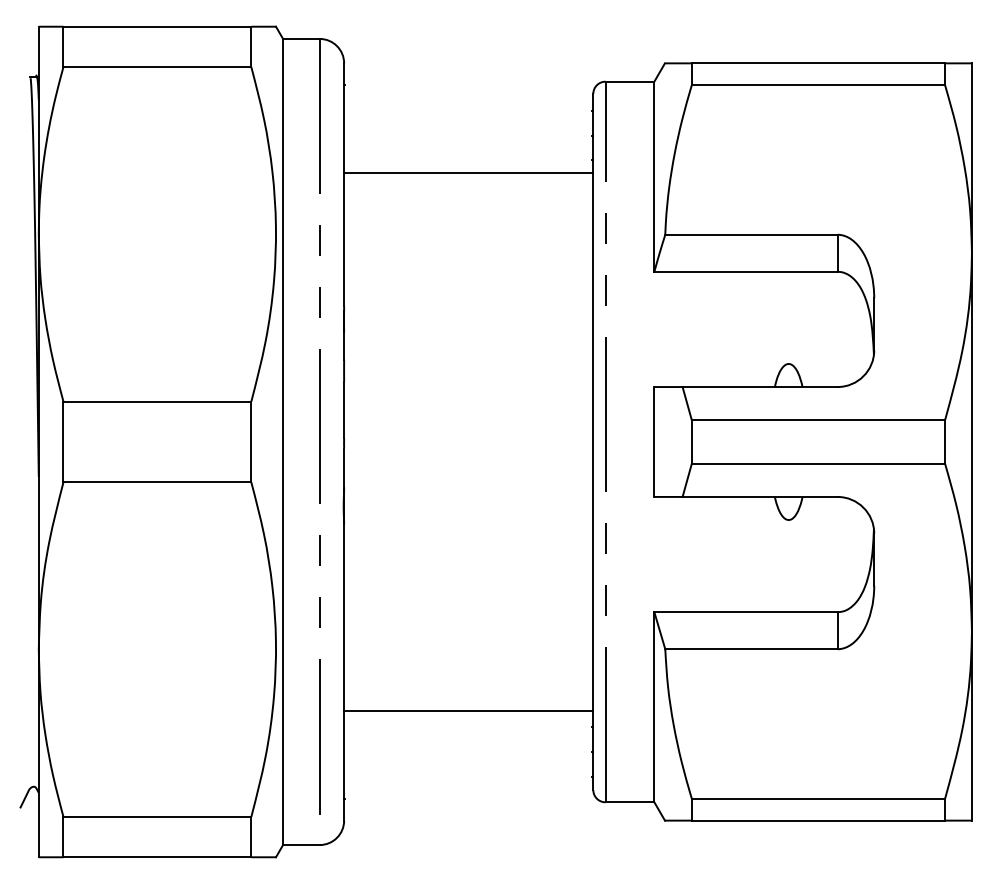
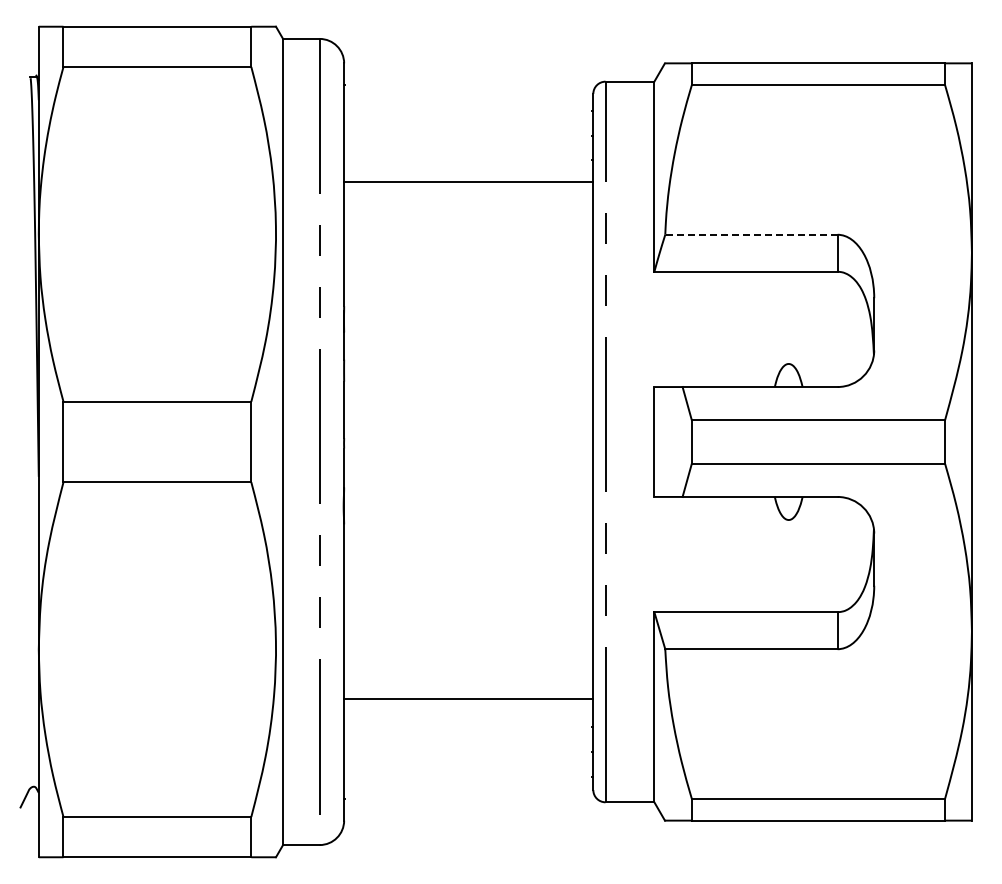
line at (468, 173) position: (468, 173) -> (468, 182)
line at (750, 234): solid -> dashed
line at (468, 710) position: (468, 710) -> (468, 698)
